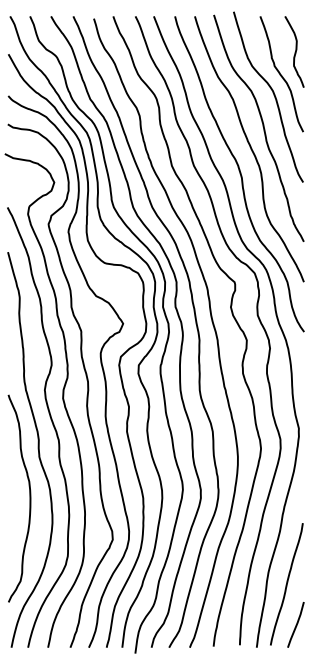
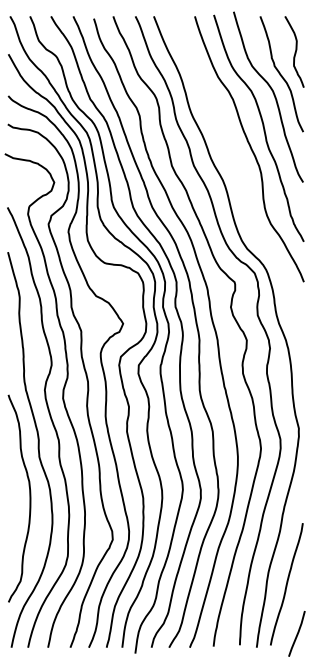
curve at (239, 173): present -> none
curve at (296, 624) position: (296, 624) -> (297, 633)
